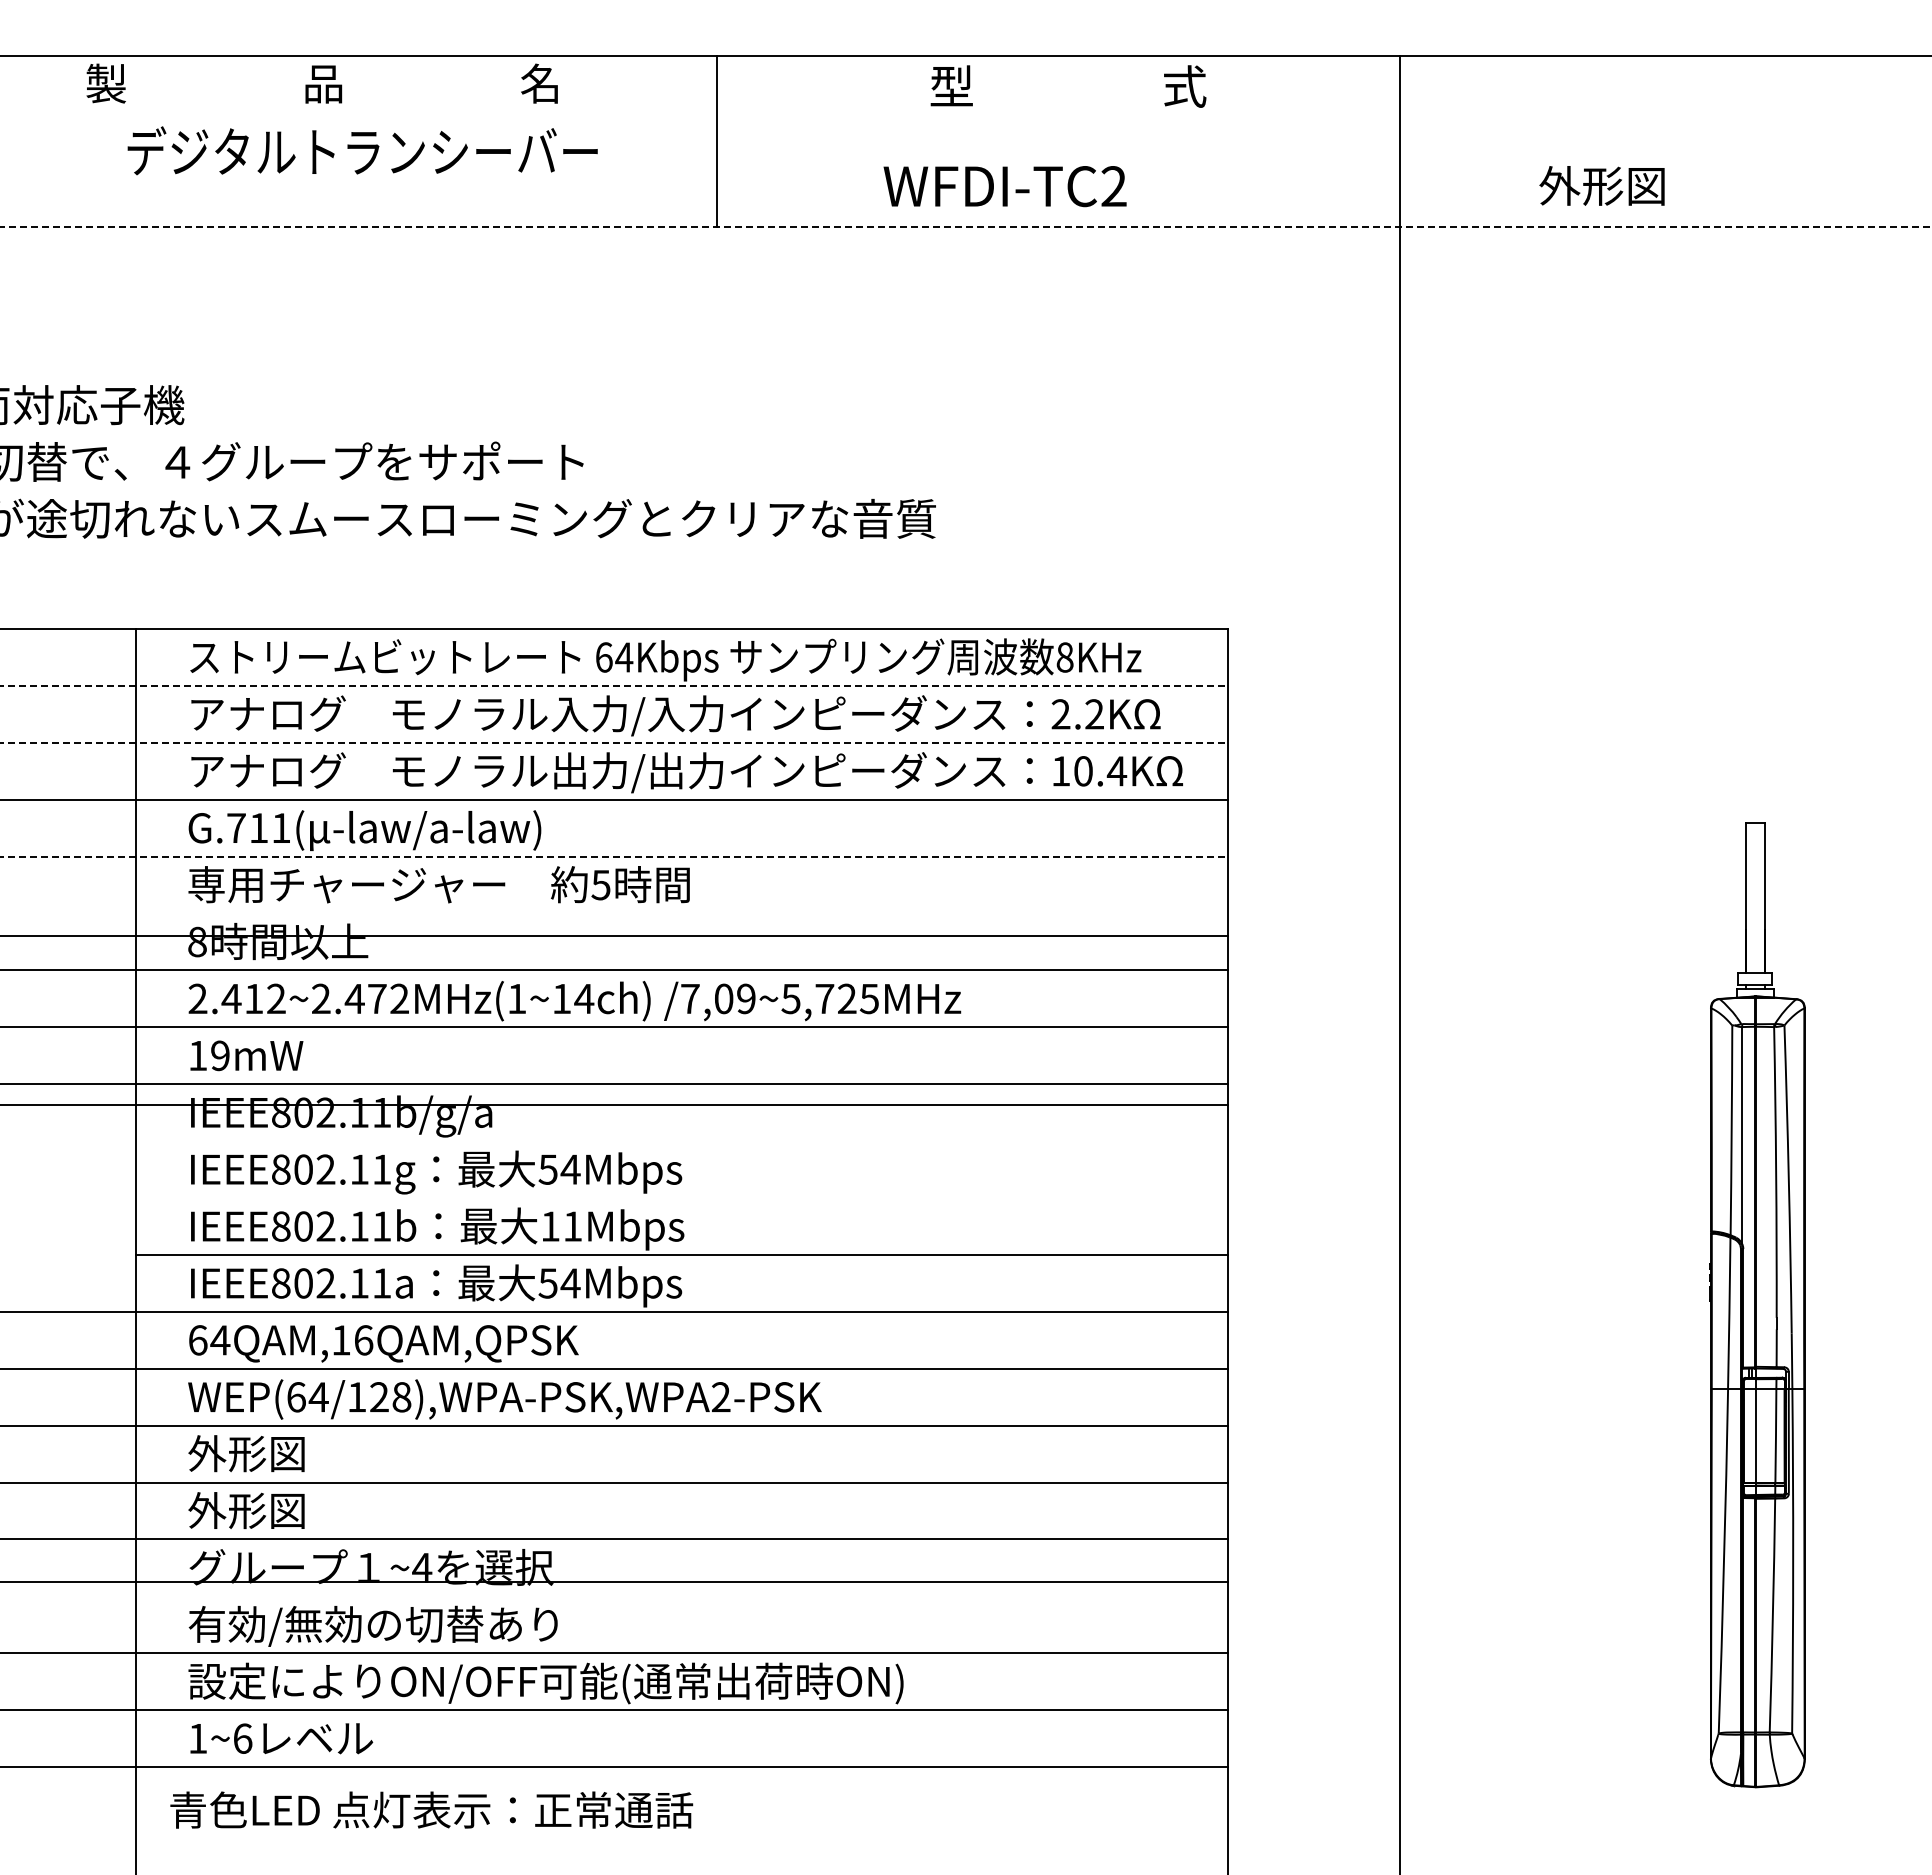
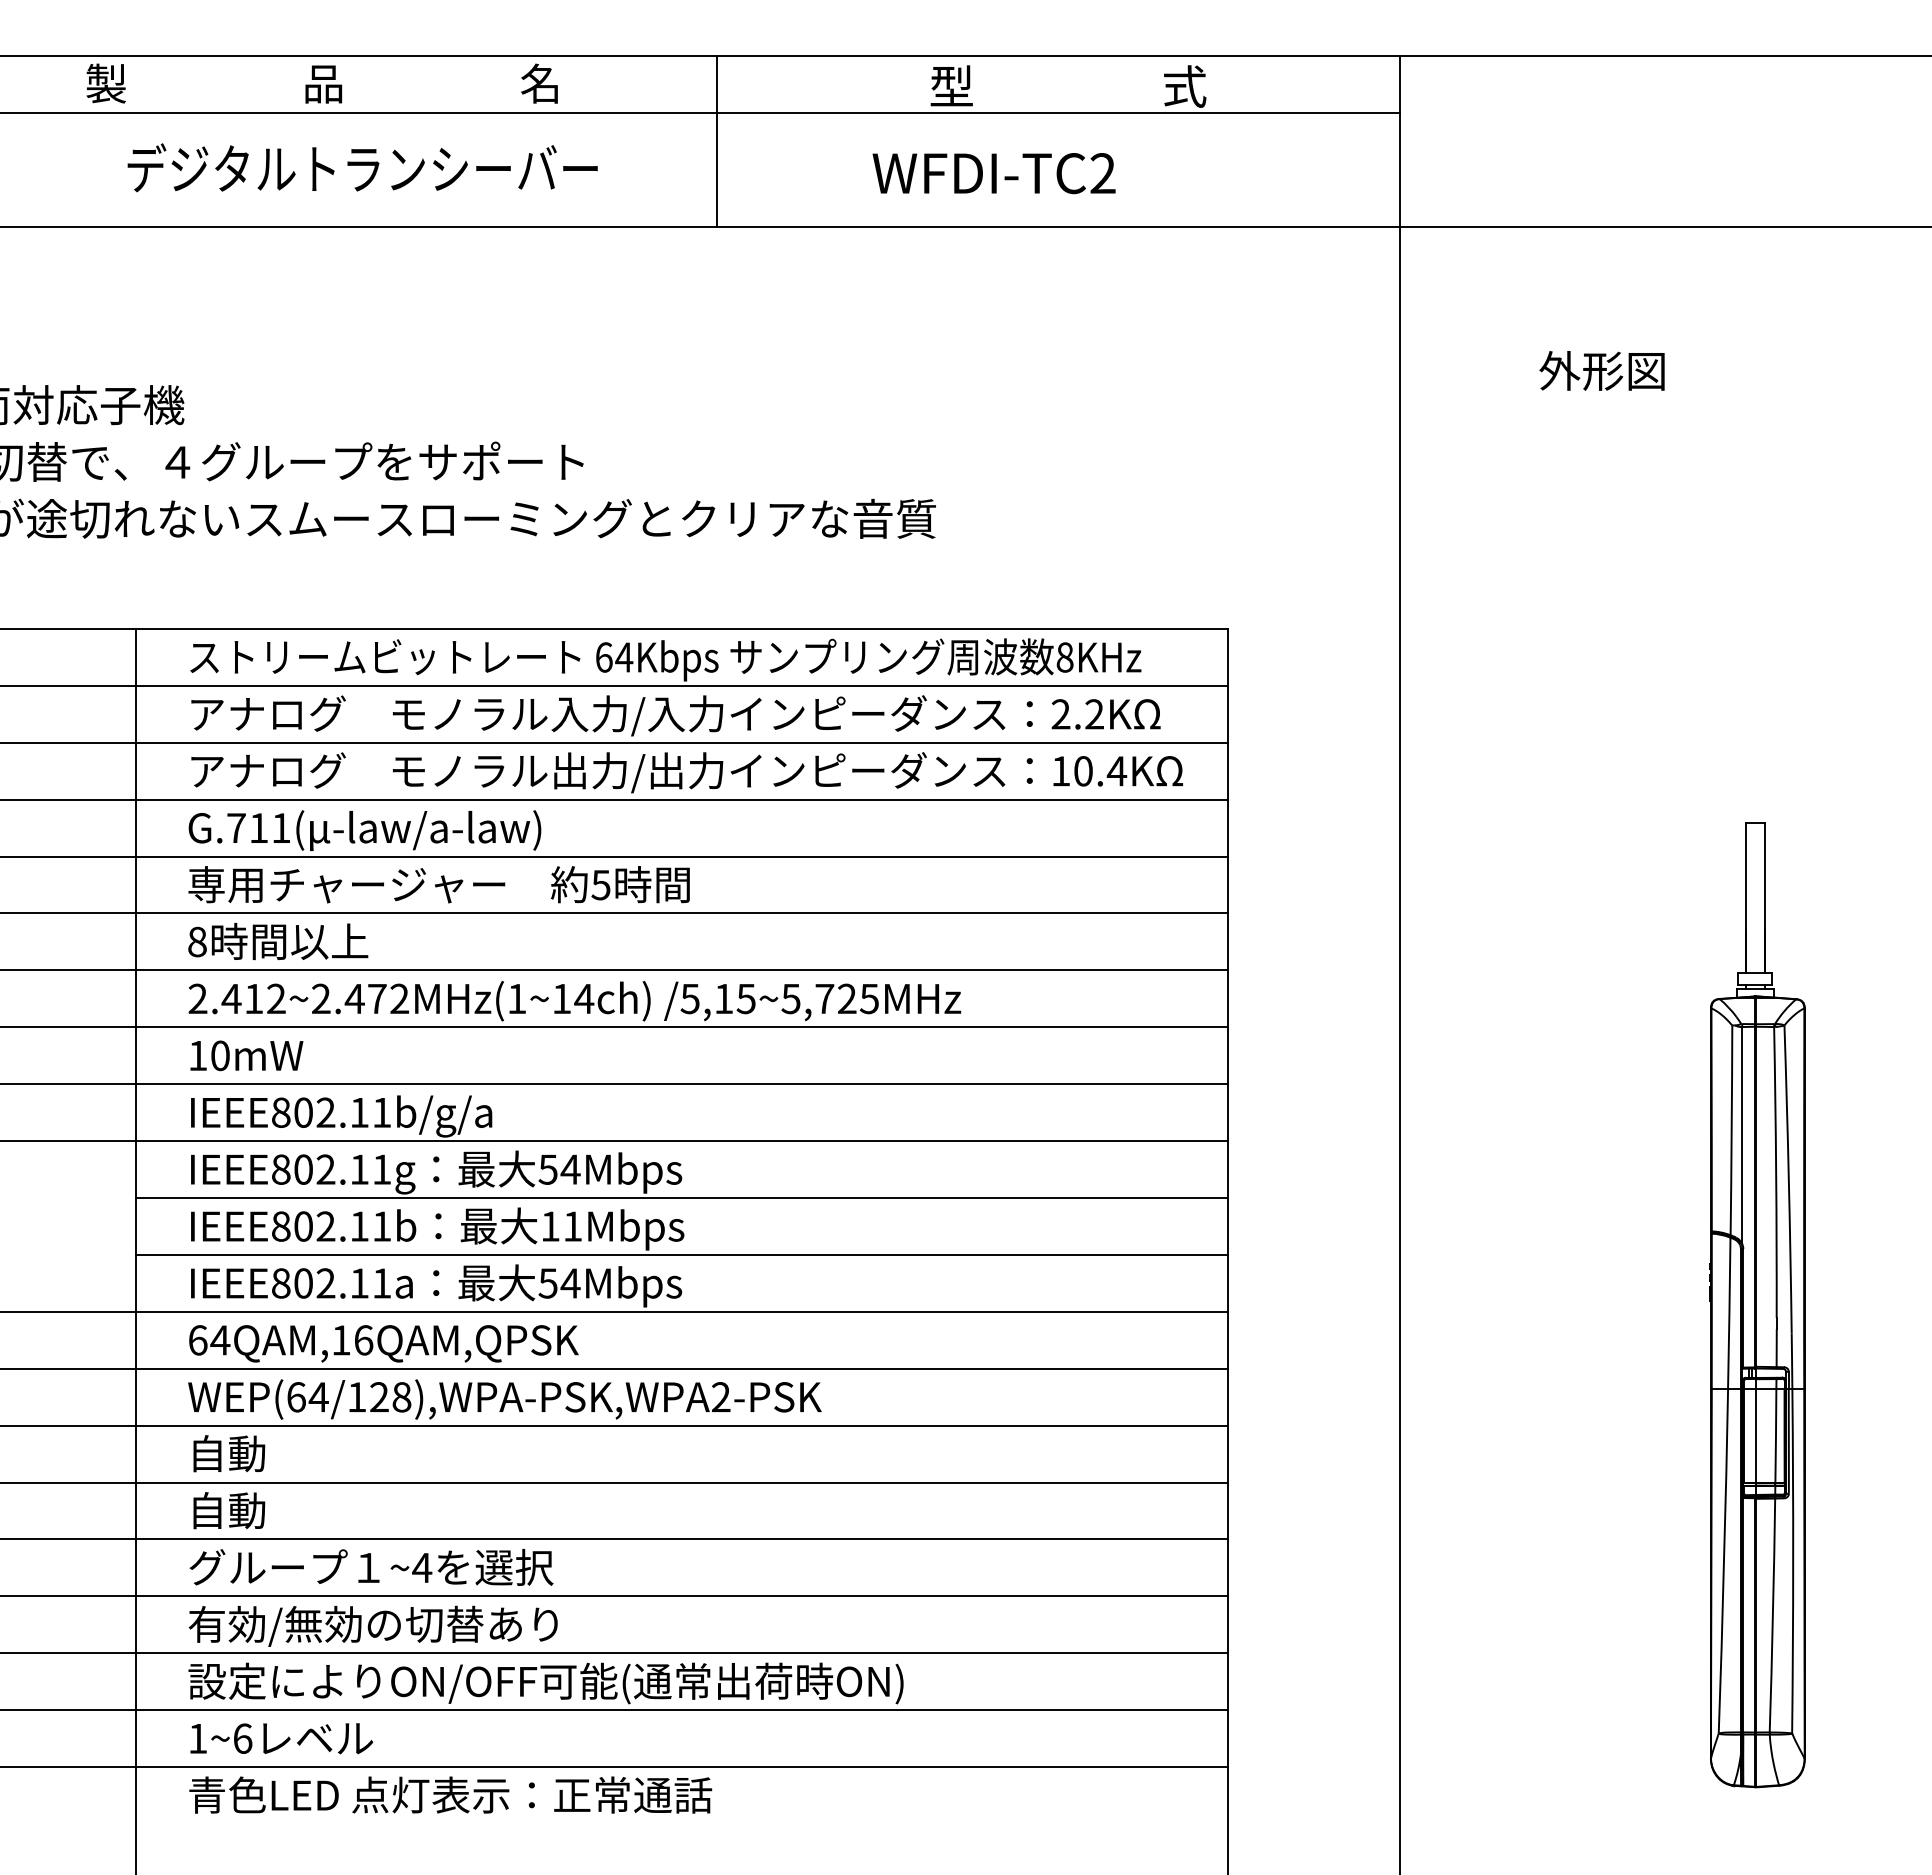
line at (700, 113): none -> present
text at (362, 150) position: (362, 150) -> (362, 167)
text at (1601, 185) position: (1601, 185) -> (1601, 370)
text at (1004, 186) position: (1004, 186) -> (993, 173)
line at (966, 226): dashed -> solid
line at (614, 685): dashed -> solid
line at (614, 742): dashed -> solid
line at (614, 856): dashed -> solid
line at (615, 936) position: (615, 936) -> (615, 913)
text at (717, 998): /7,09~5,725MHz -> /5,15~5,725MHz
text at (220, 1055): 19mW -> 10mW
line at (615, 1105) position: (615, 1105) -> (615, 1141)
line at (681, 1198): none -> present
text at (246, 1453): 外形図 -> 自動
text at (246, 1510): 外形図 -> 自動
line at (615, 1582) position: (615, 1582) -> (615, 1596)
text at (431, 1809) position: (431, 1809) -> (450, 1794)
